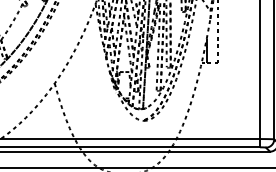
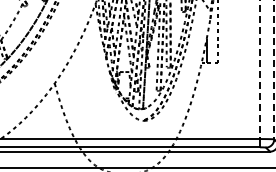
line at (260, 70): solid -> dashed
line at (274, 70): solid -> dashed
